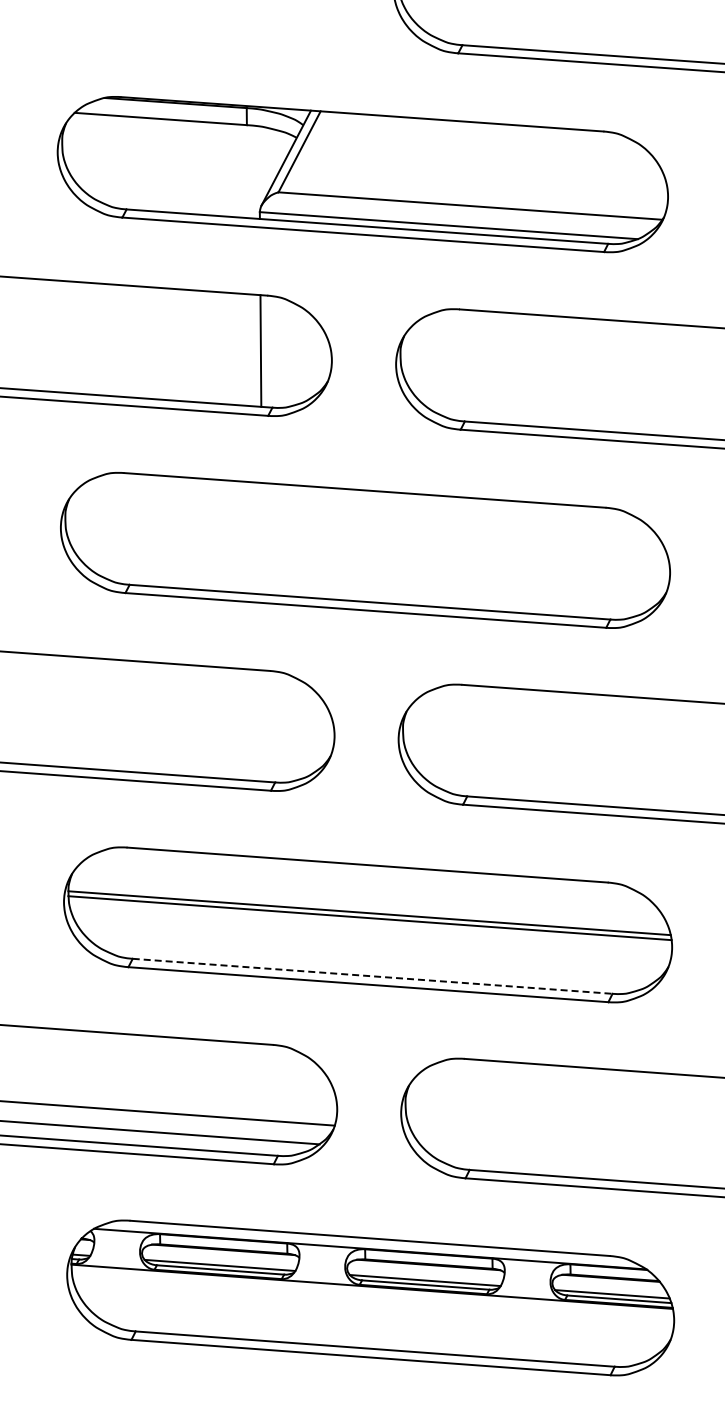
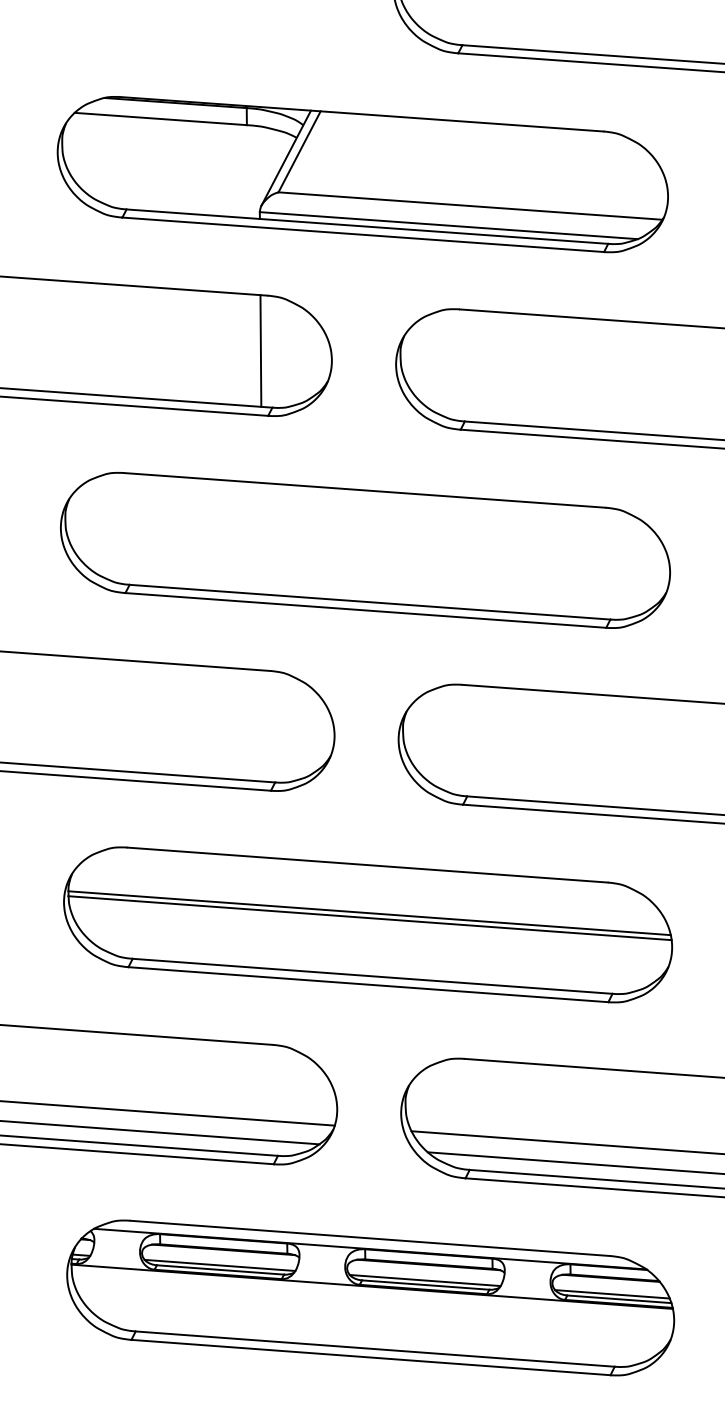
line at (372, 976): dashed -> solid
line at (566, 1142): none -> present
line at (574, 1162): none -> present
